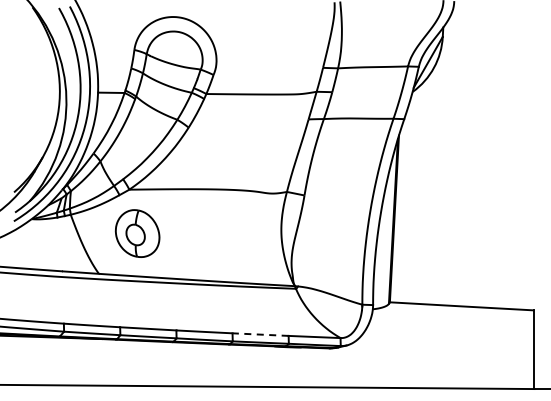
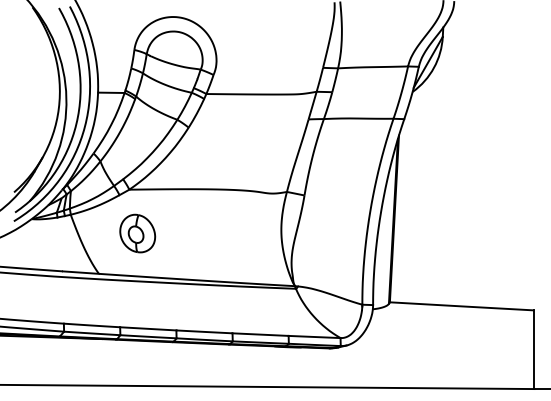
part at (137, 233) size: 47x49 px -> 38x41 px
line at (260, 334): dashed -> solid
